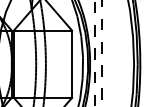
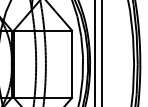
line at (94, 53): dashed -> solid
line at (102, 53): dashed -> solid
